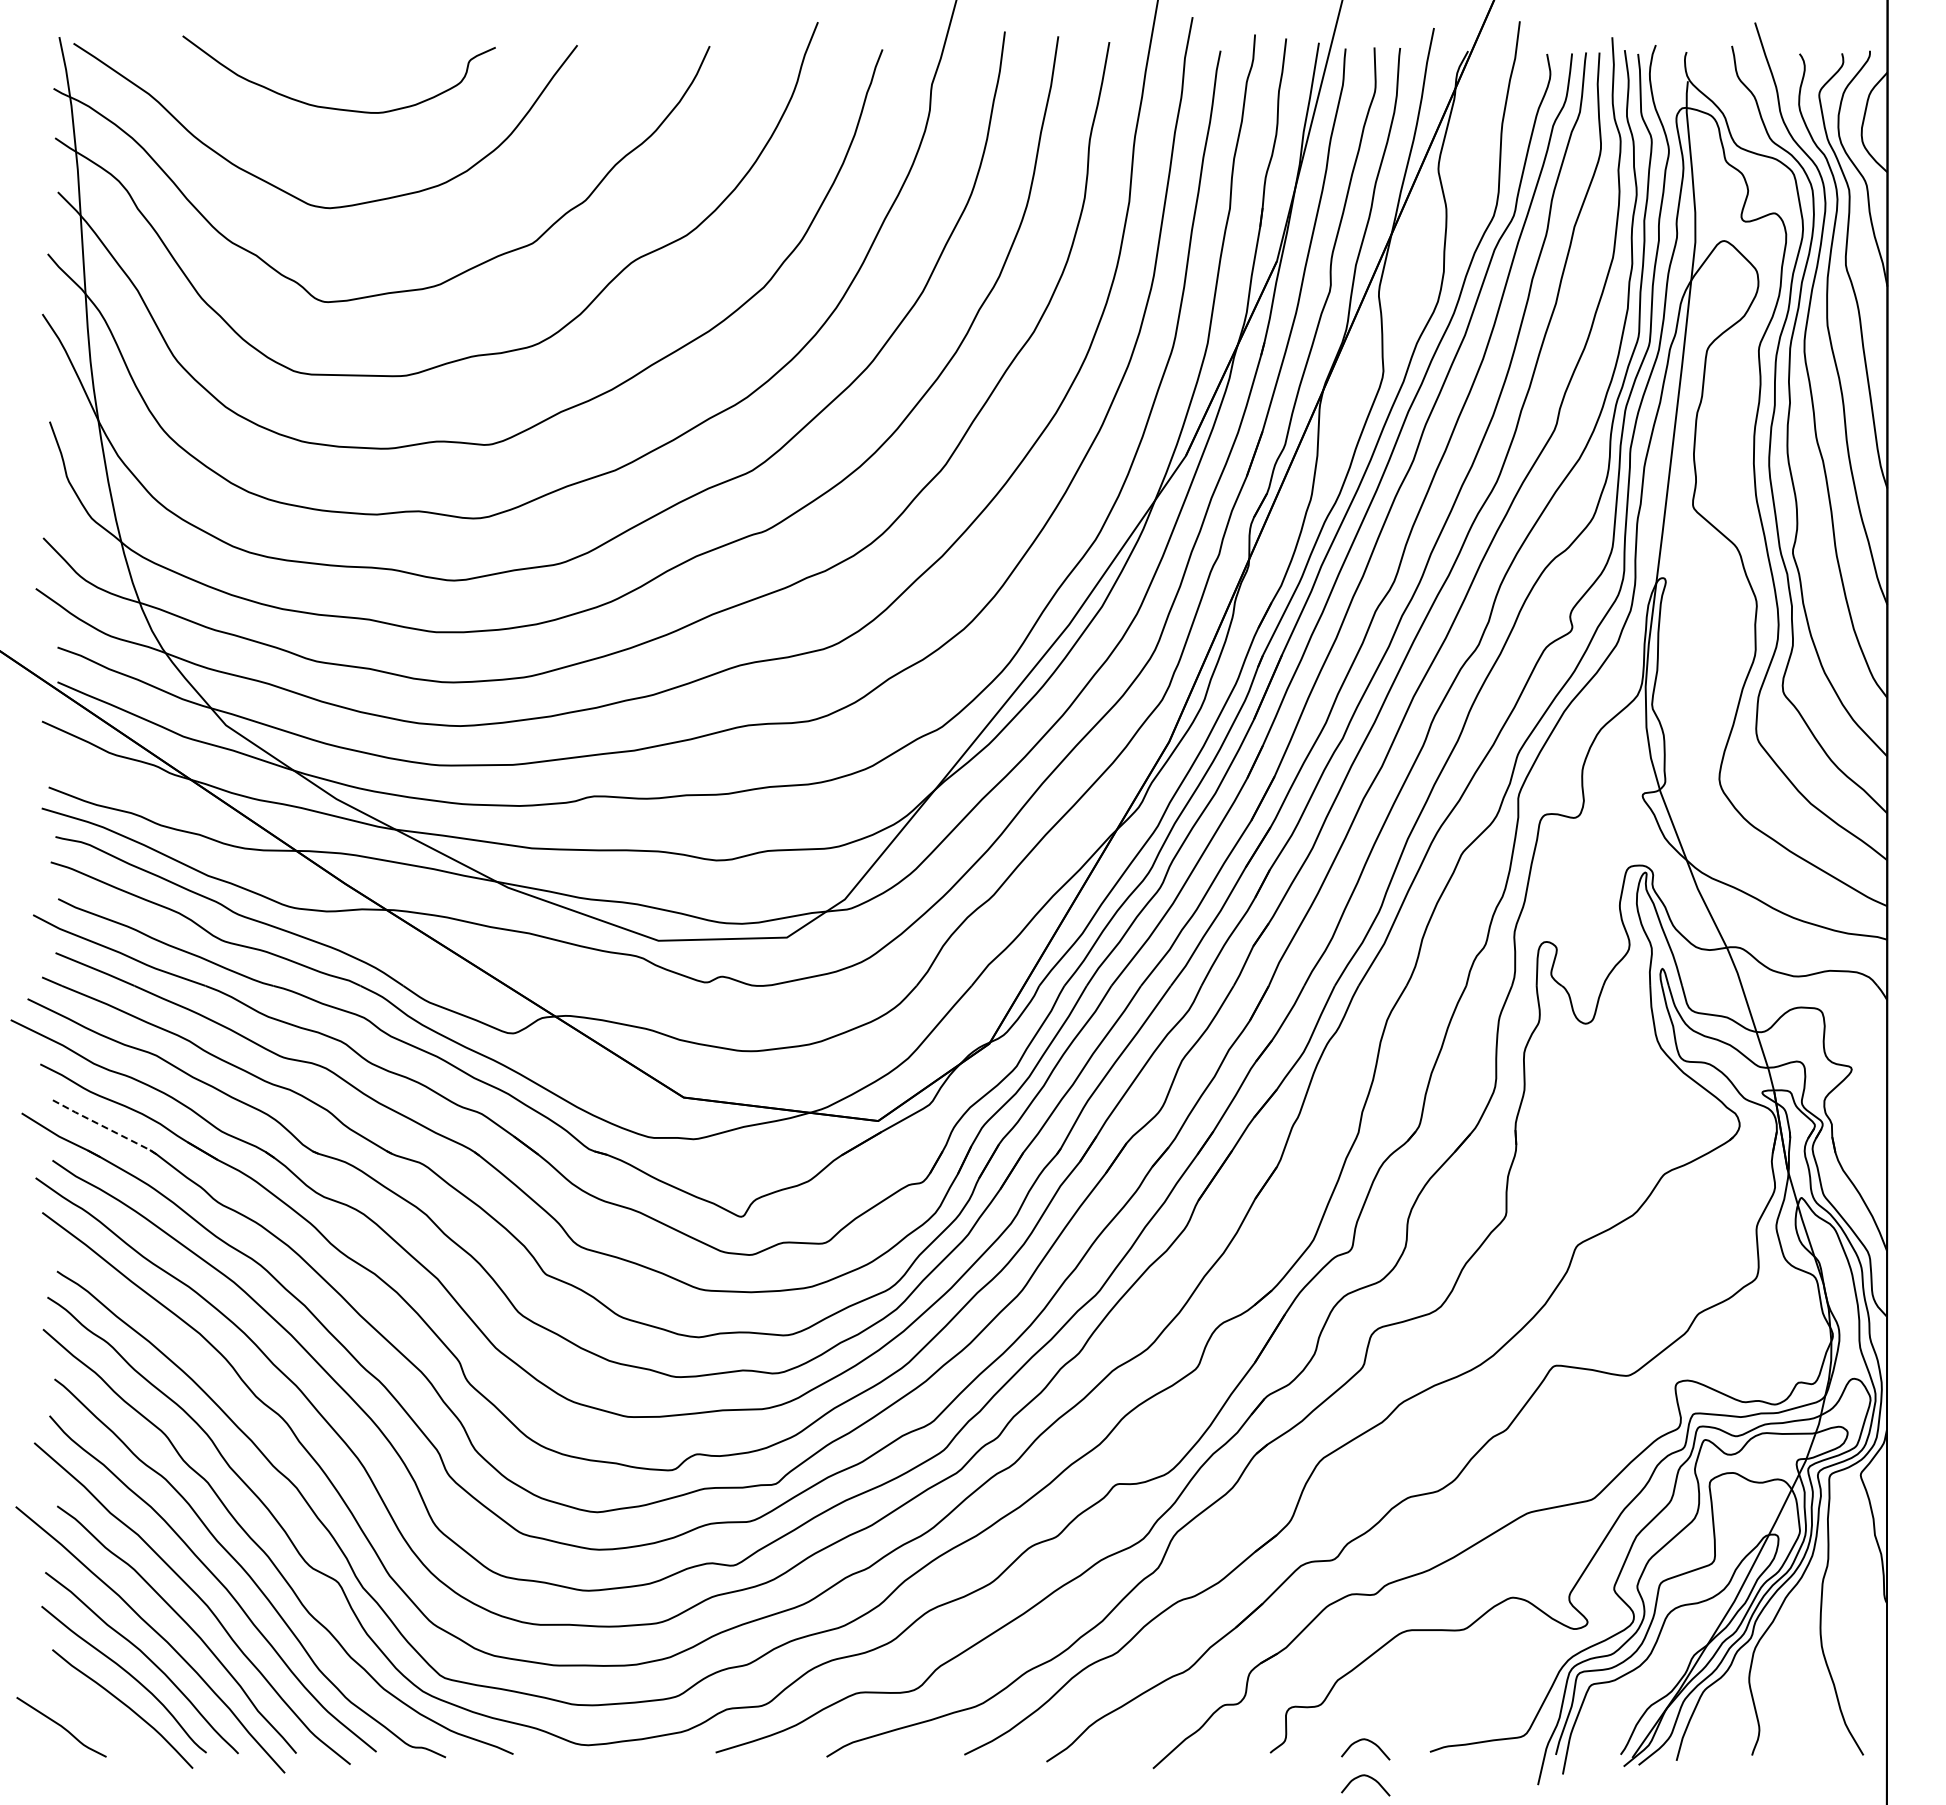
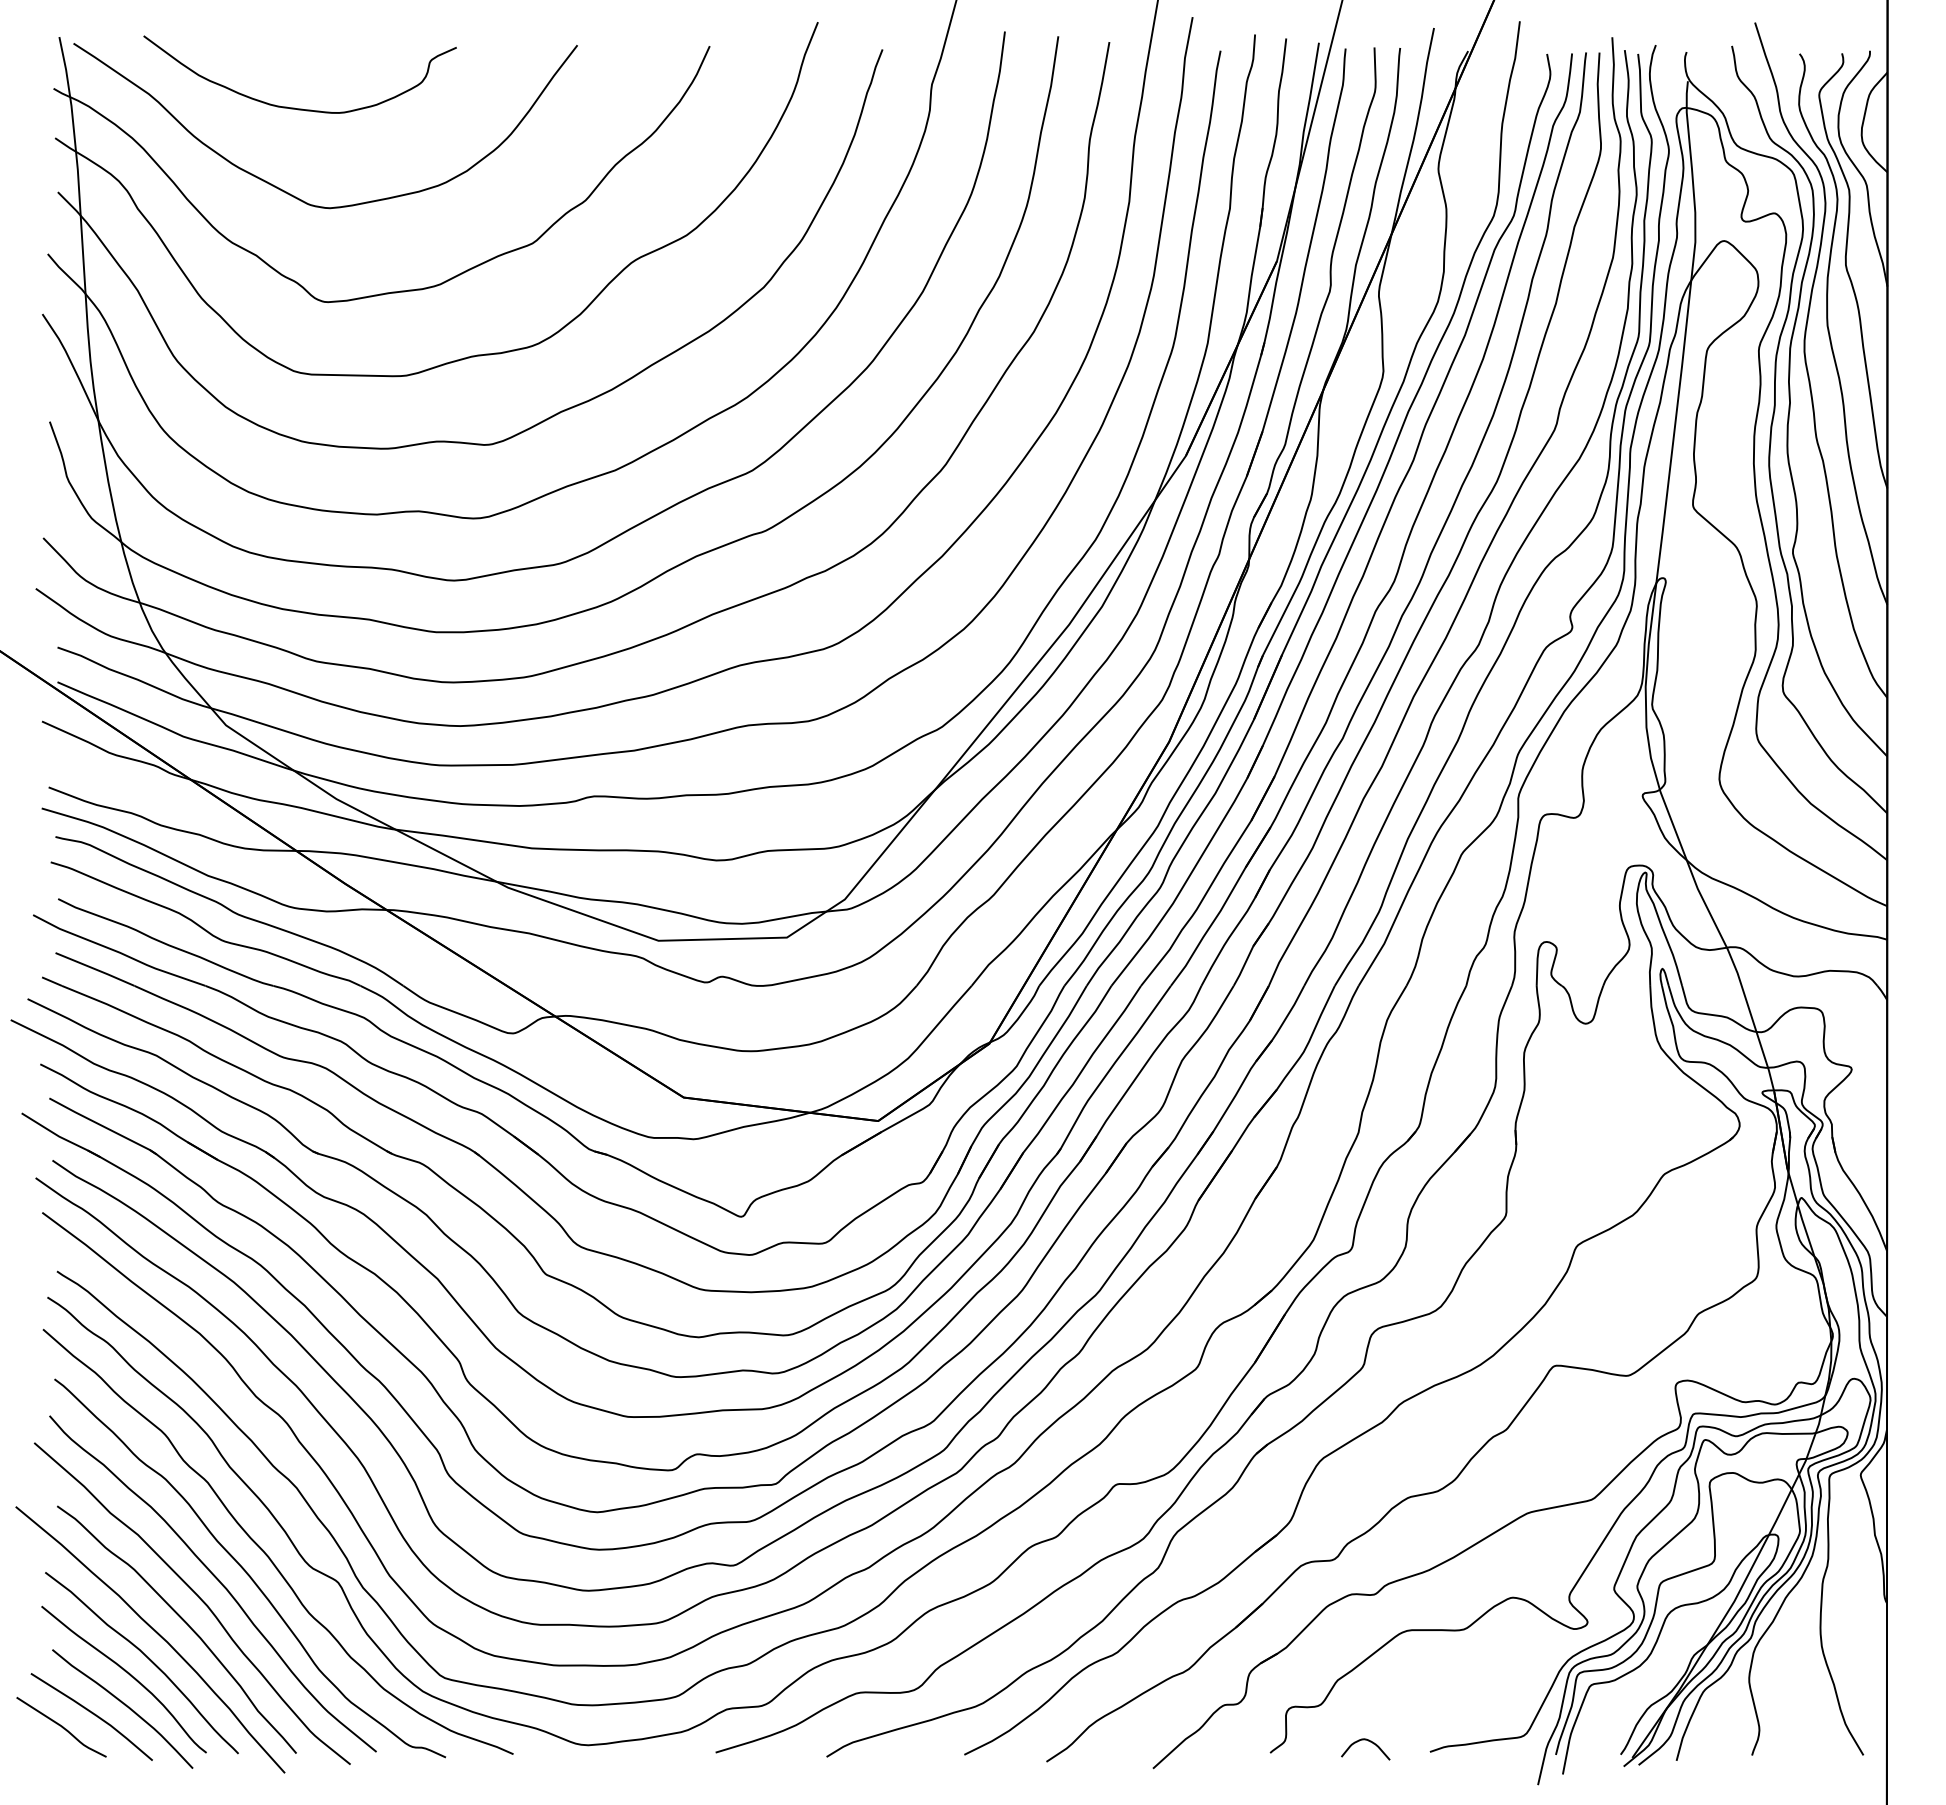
curve at (333, 107) position: (333, 107) -> (294, 107)
line at (102, 1126): dashed -> solid
curve at (92, 1714): none -> present
curve at (1368, 1777): present -> none
